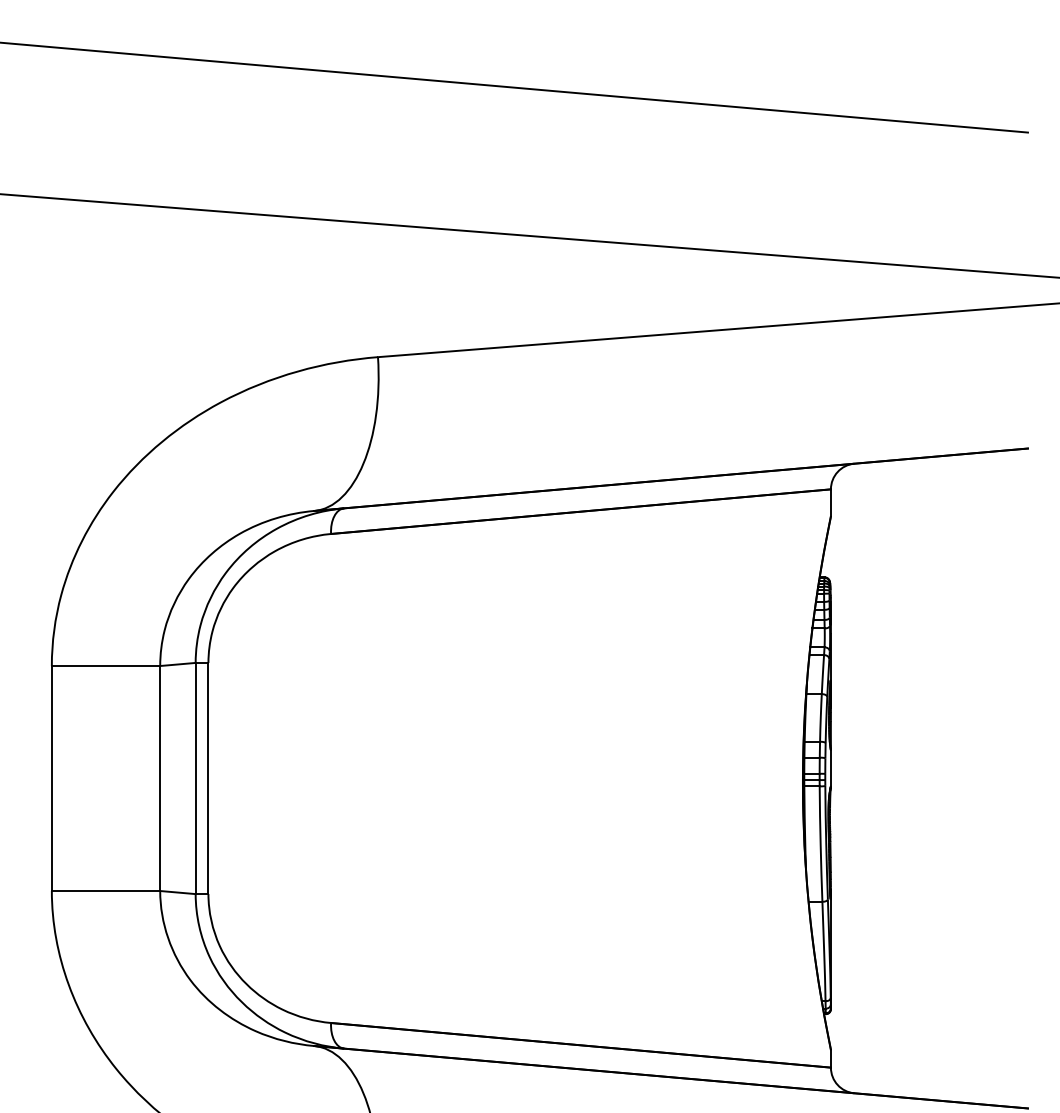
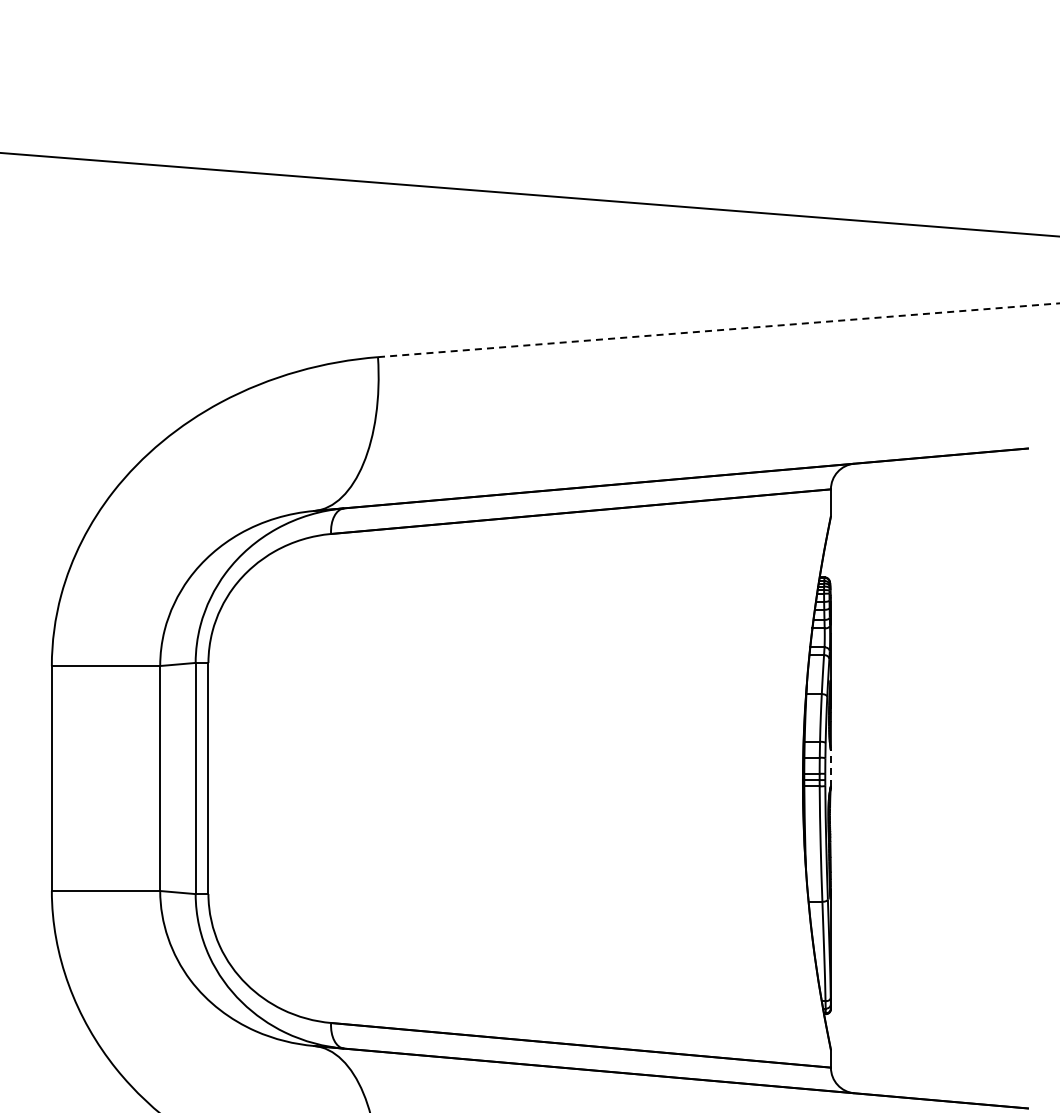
line at (514, 87): present -> none
line at (529, 235) position: (529, 235) -> (529, 194)
line at (718, 330): solid -> dashed
line at (830, 767): solid -> dashed
